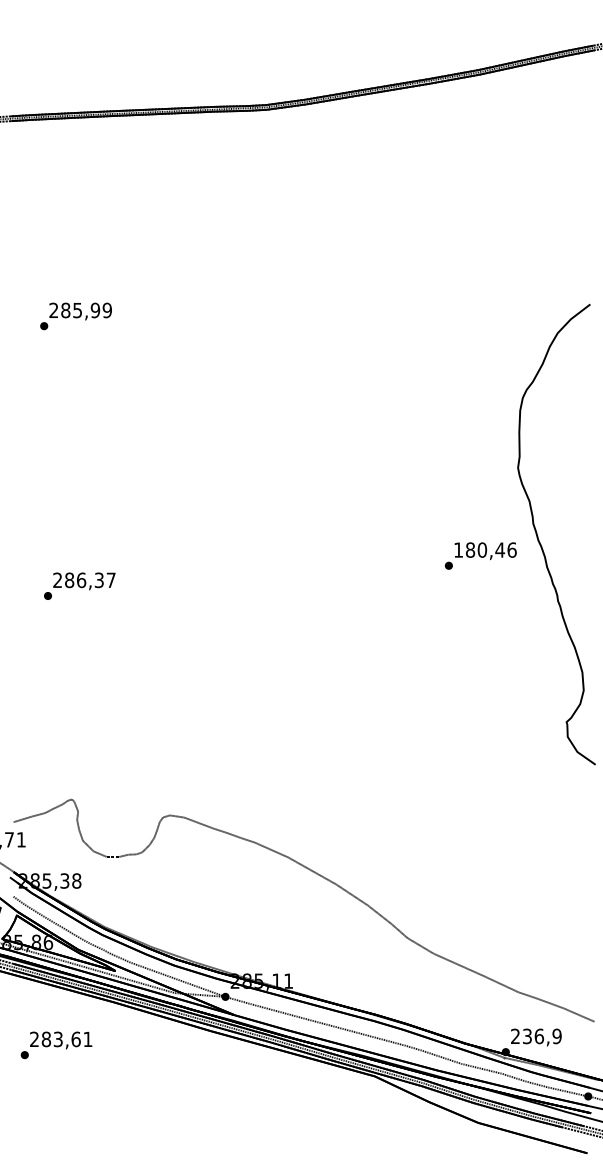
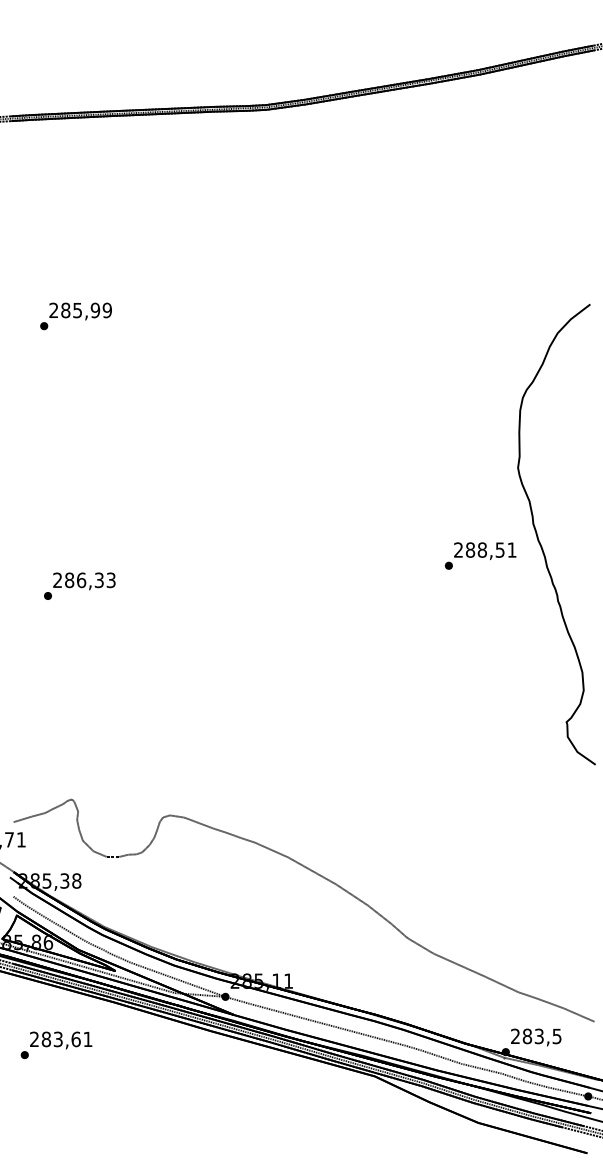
text at (485, 549): 180,46 -> 288,51
text at (110, 580): 286,37 -> 286,33
text at (541, 1036): 236,9 -> 283,5
